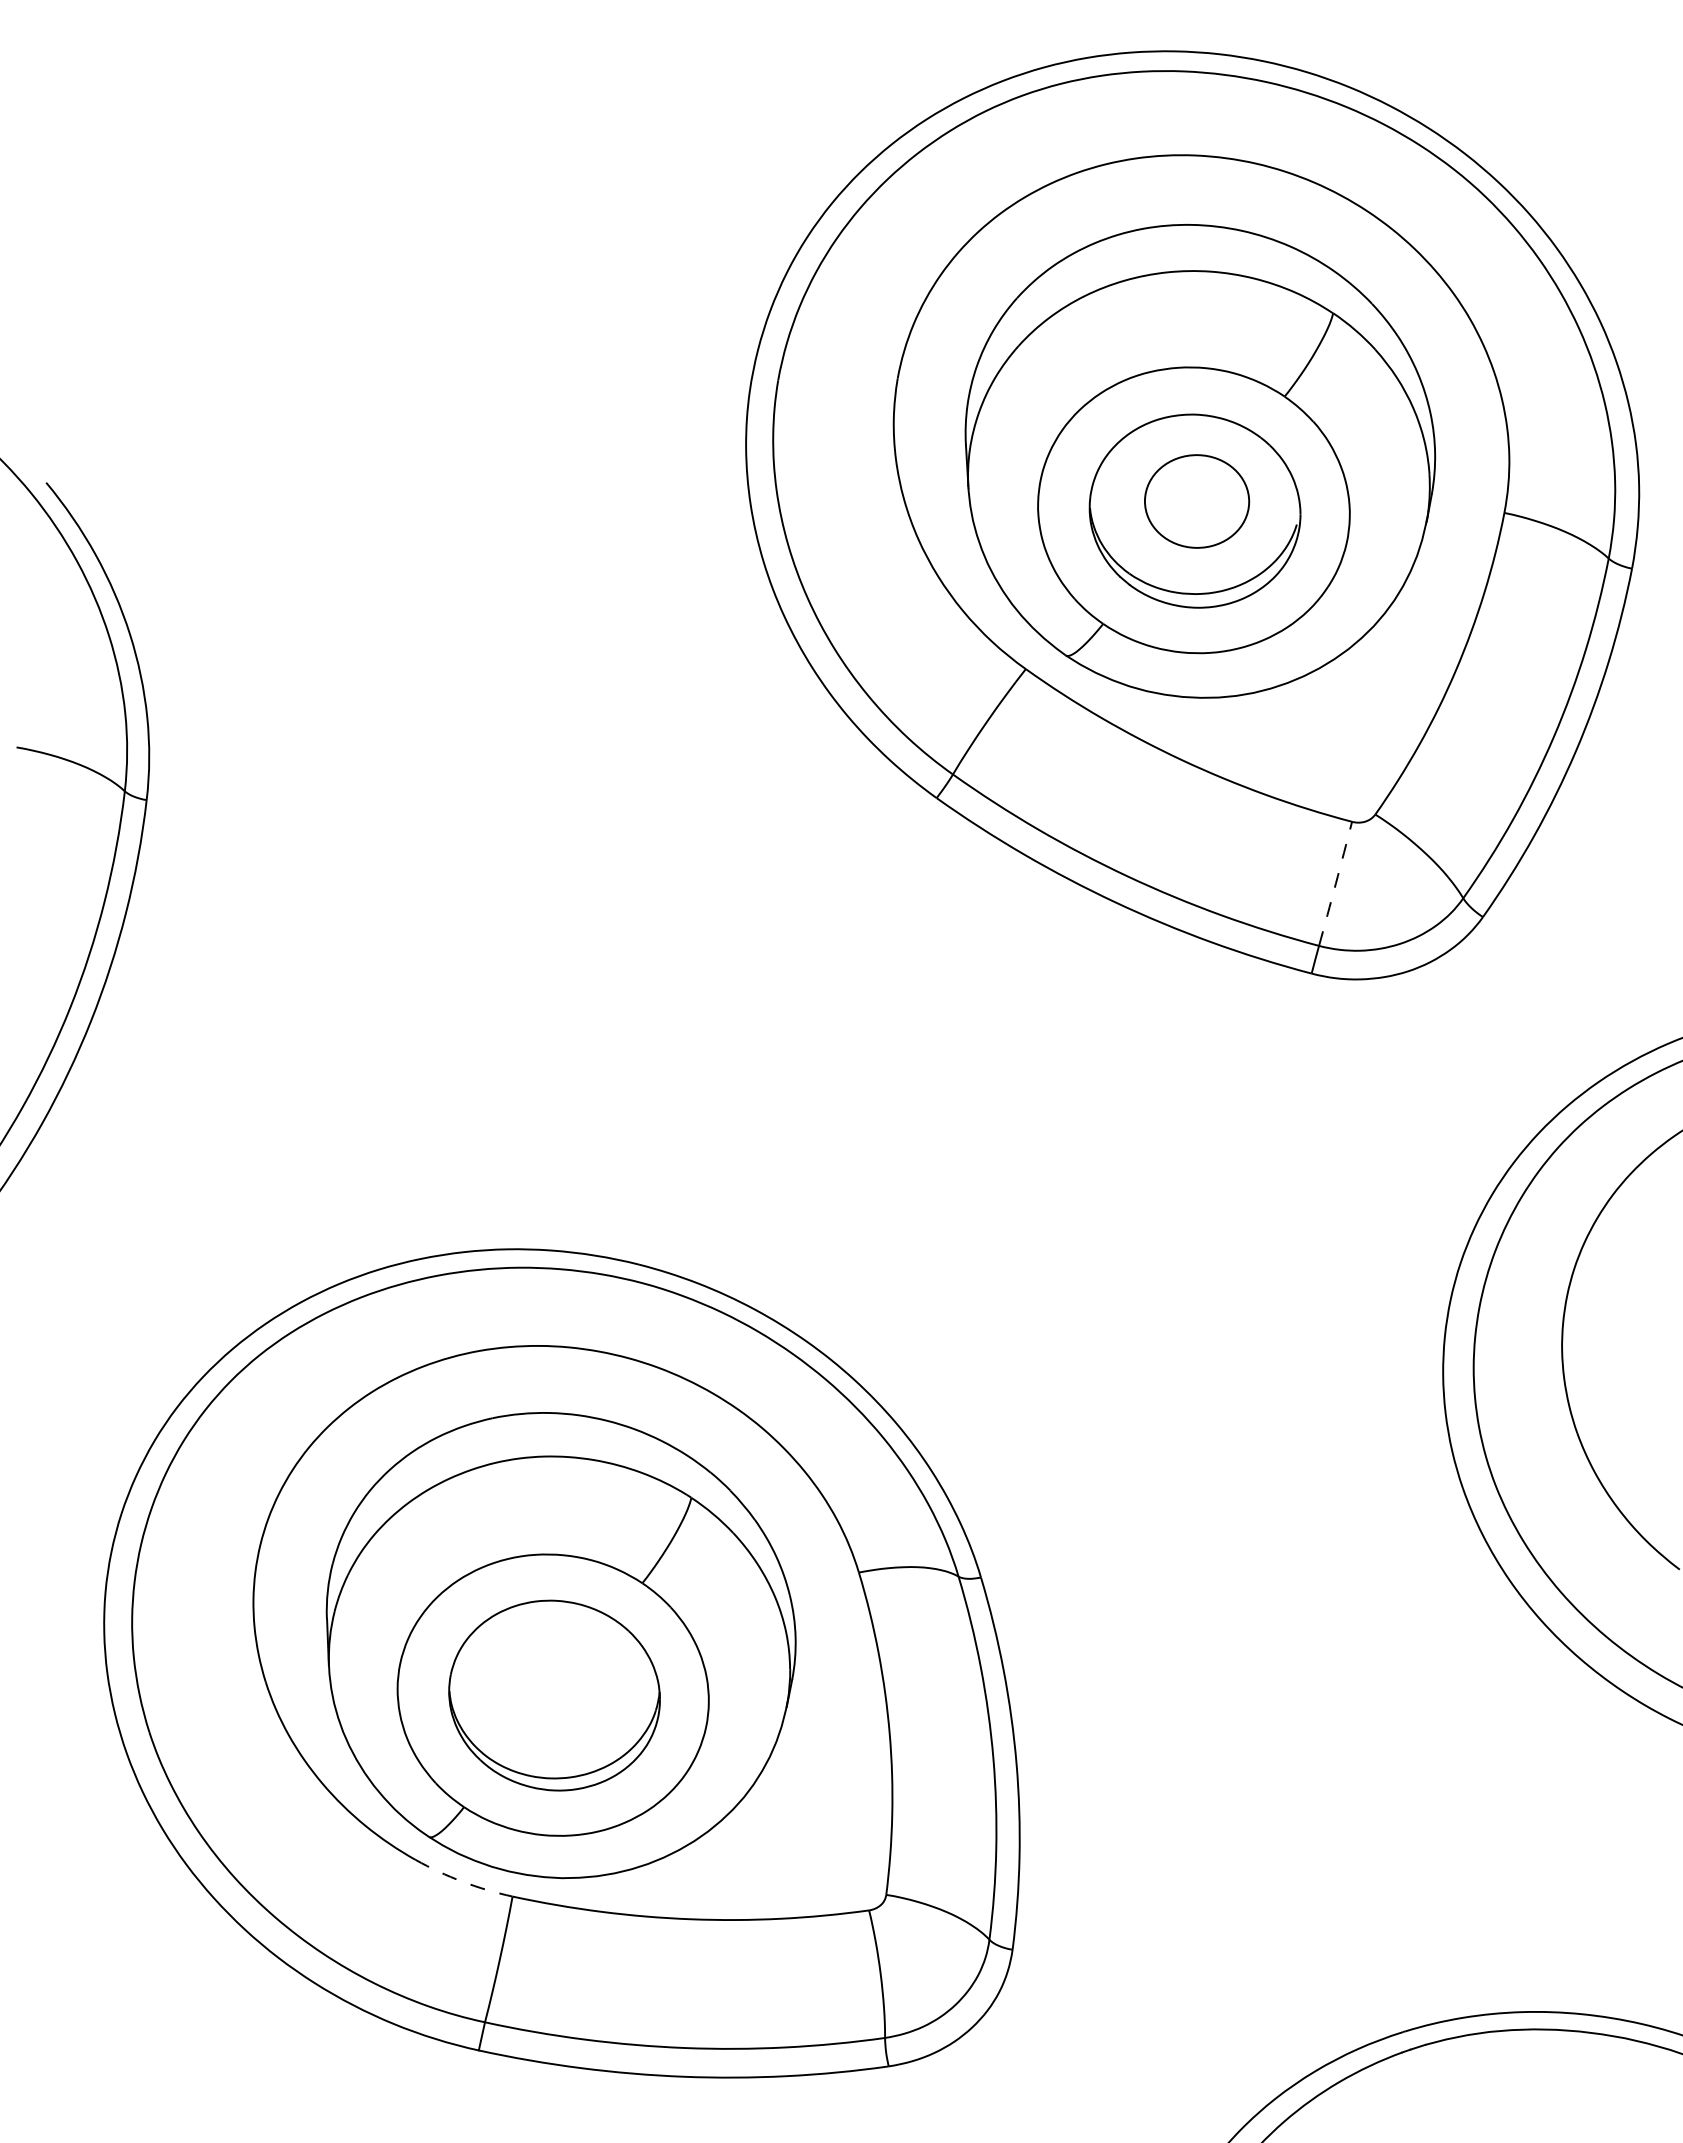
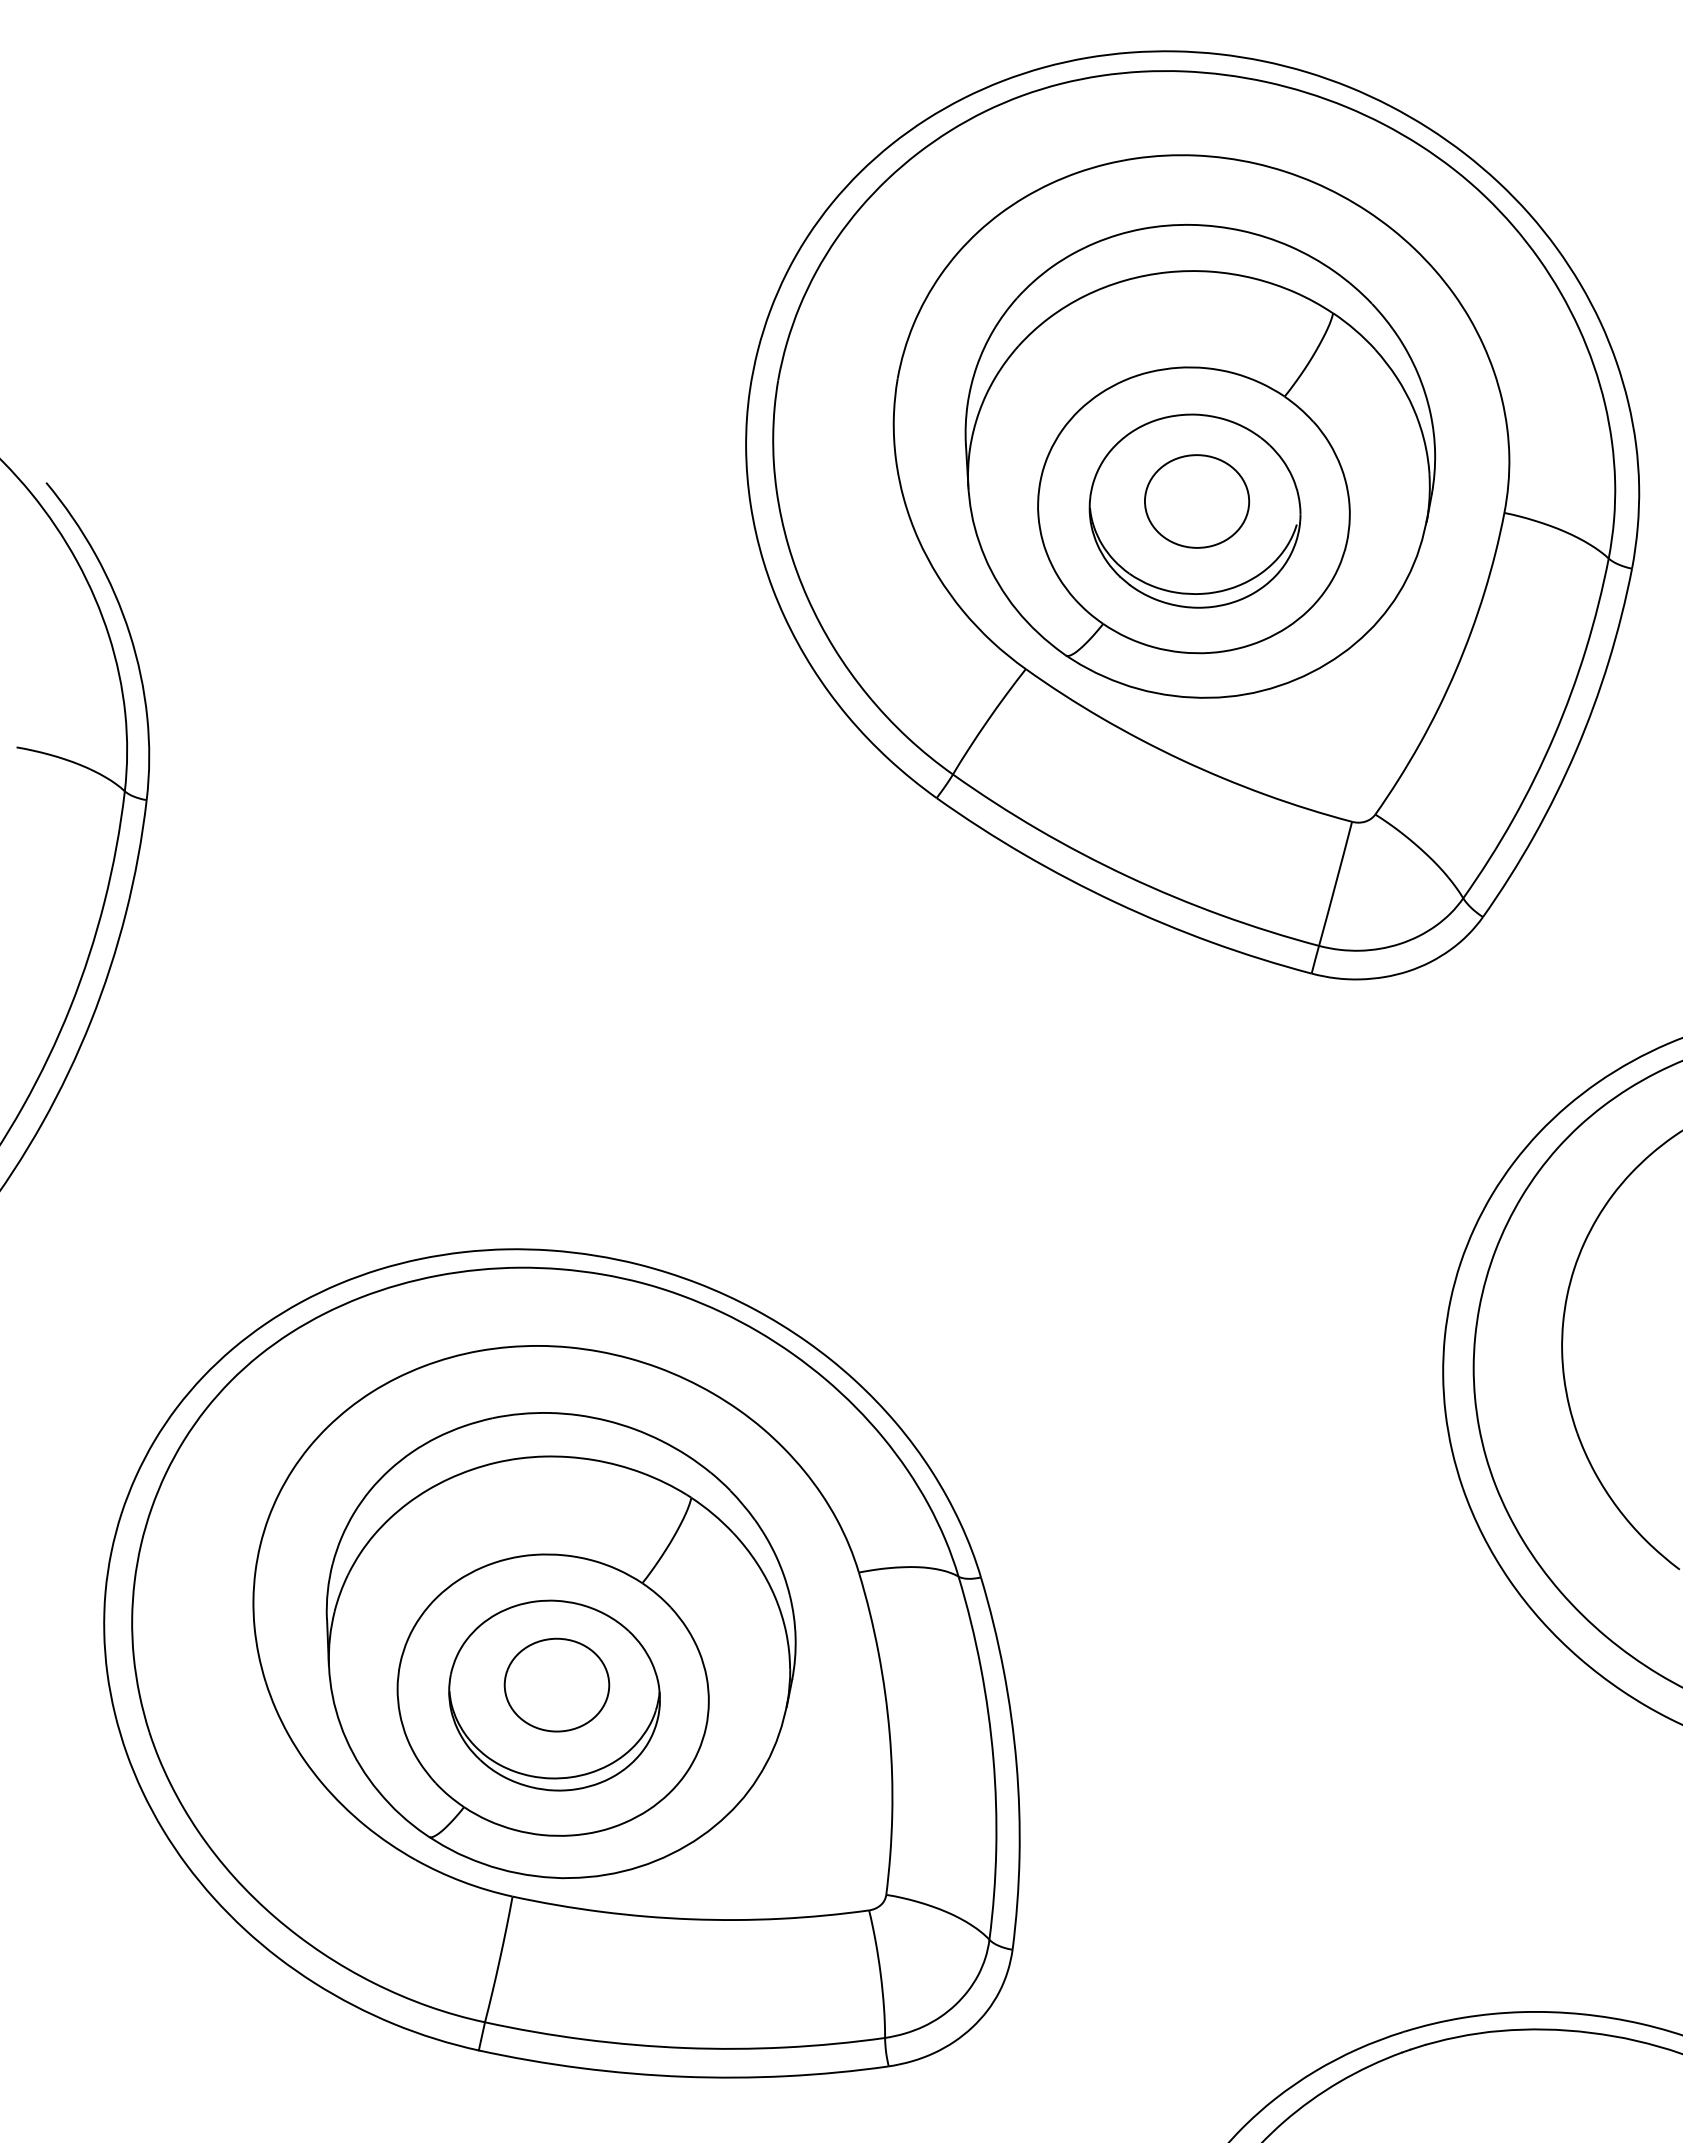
arc at (1335, 883): dashed -> solid
part at (556, 1684): none -> present
arc at (462, 1881): dashed -> solid
